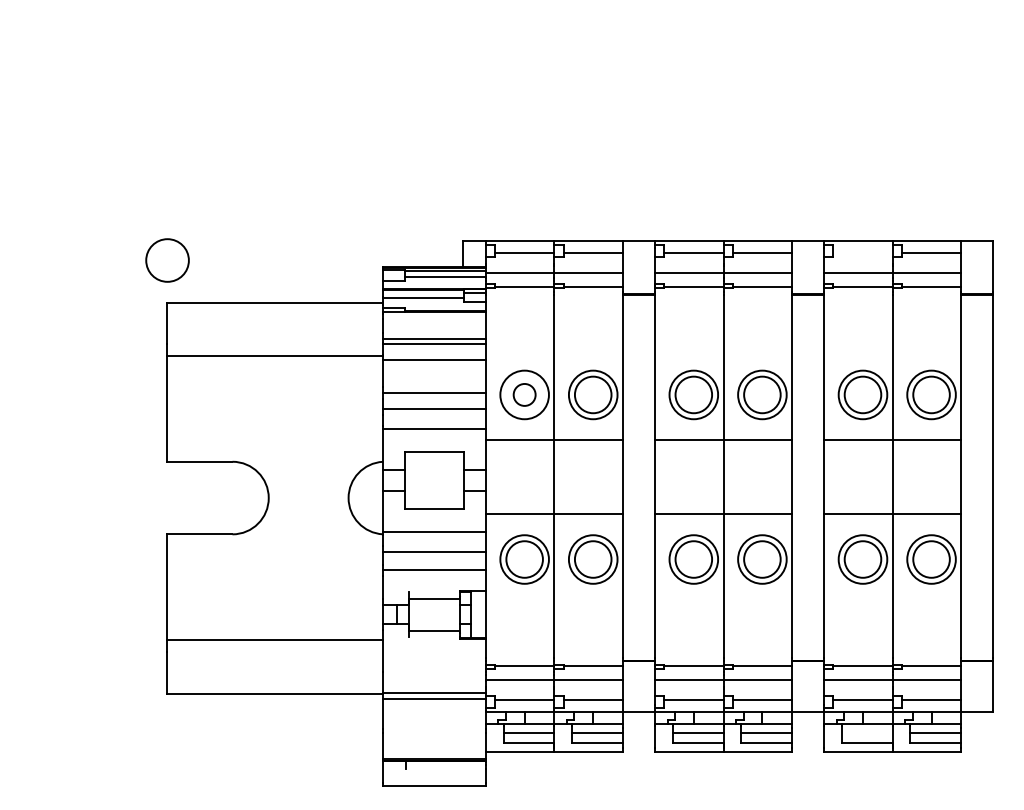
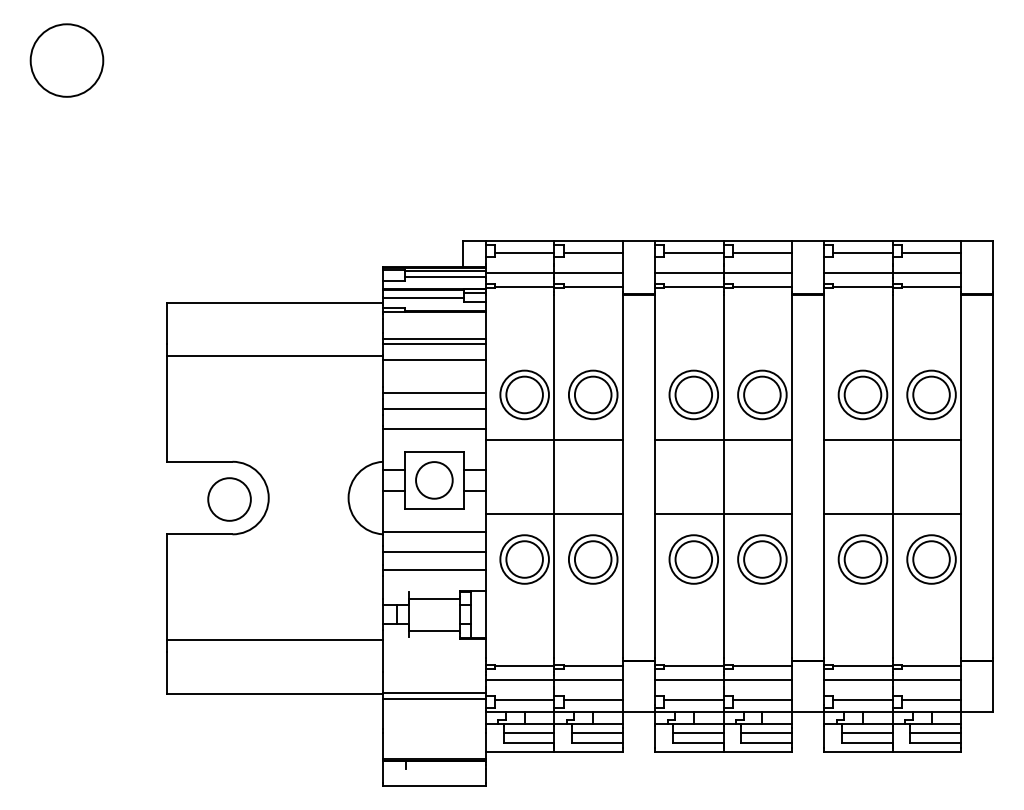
circle at (66, 60): none -> present
line at (862, 253): none -> present
circle at (167, 260) position: (167, 260) -> (229, 499)
circle at (524, 394) diameter: 22 px -> 37 px
circle at (434, 480): none -> present
line at (866, 732): none -> present
